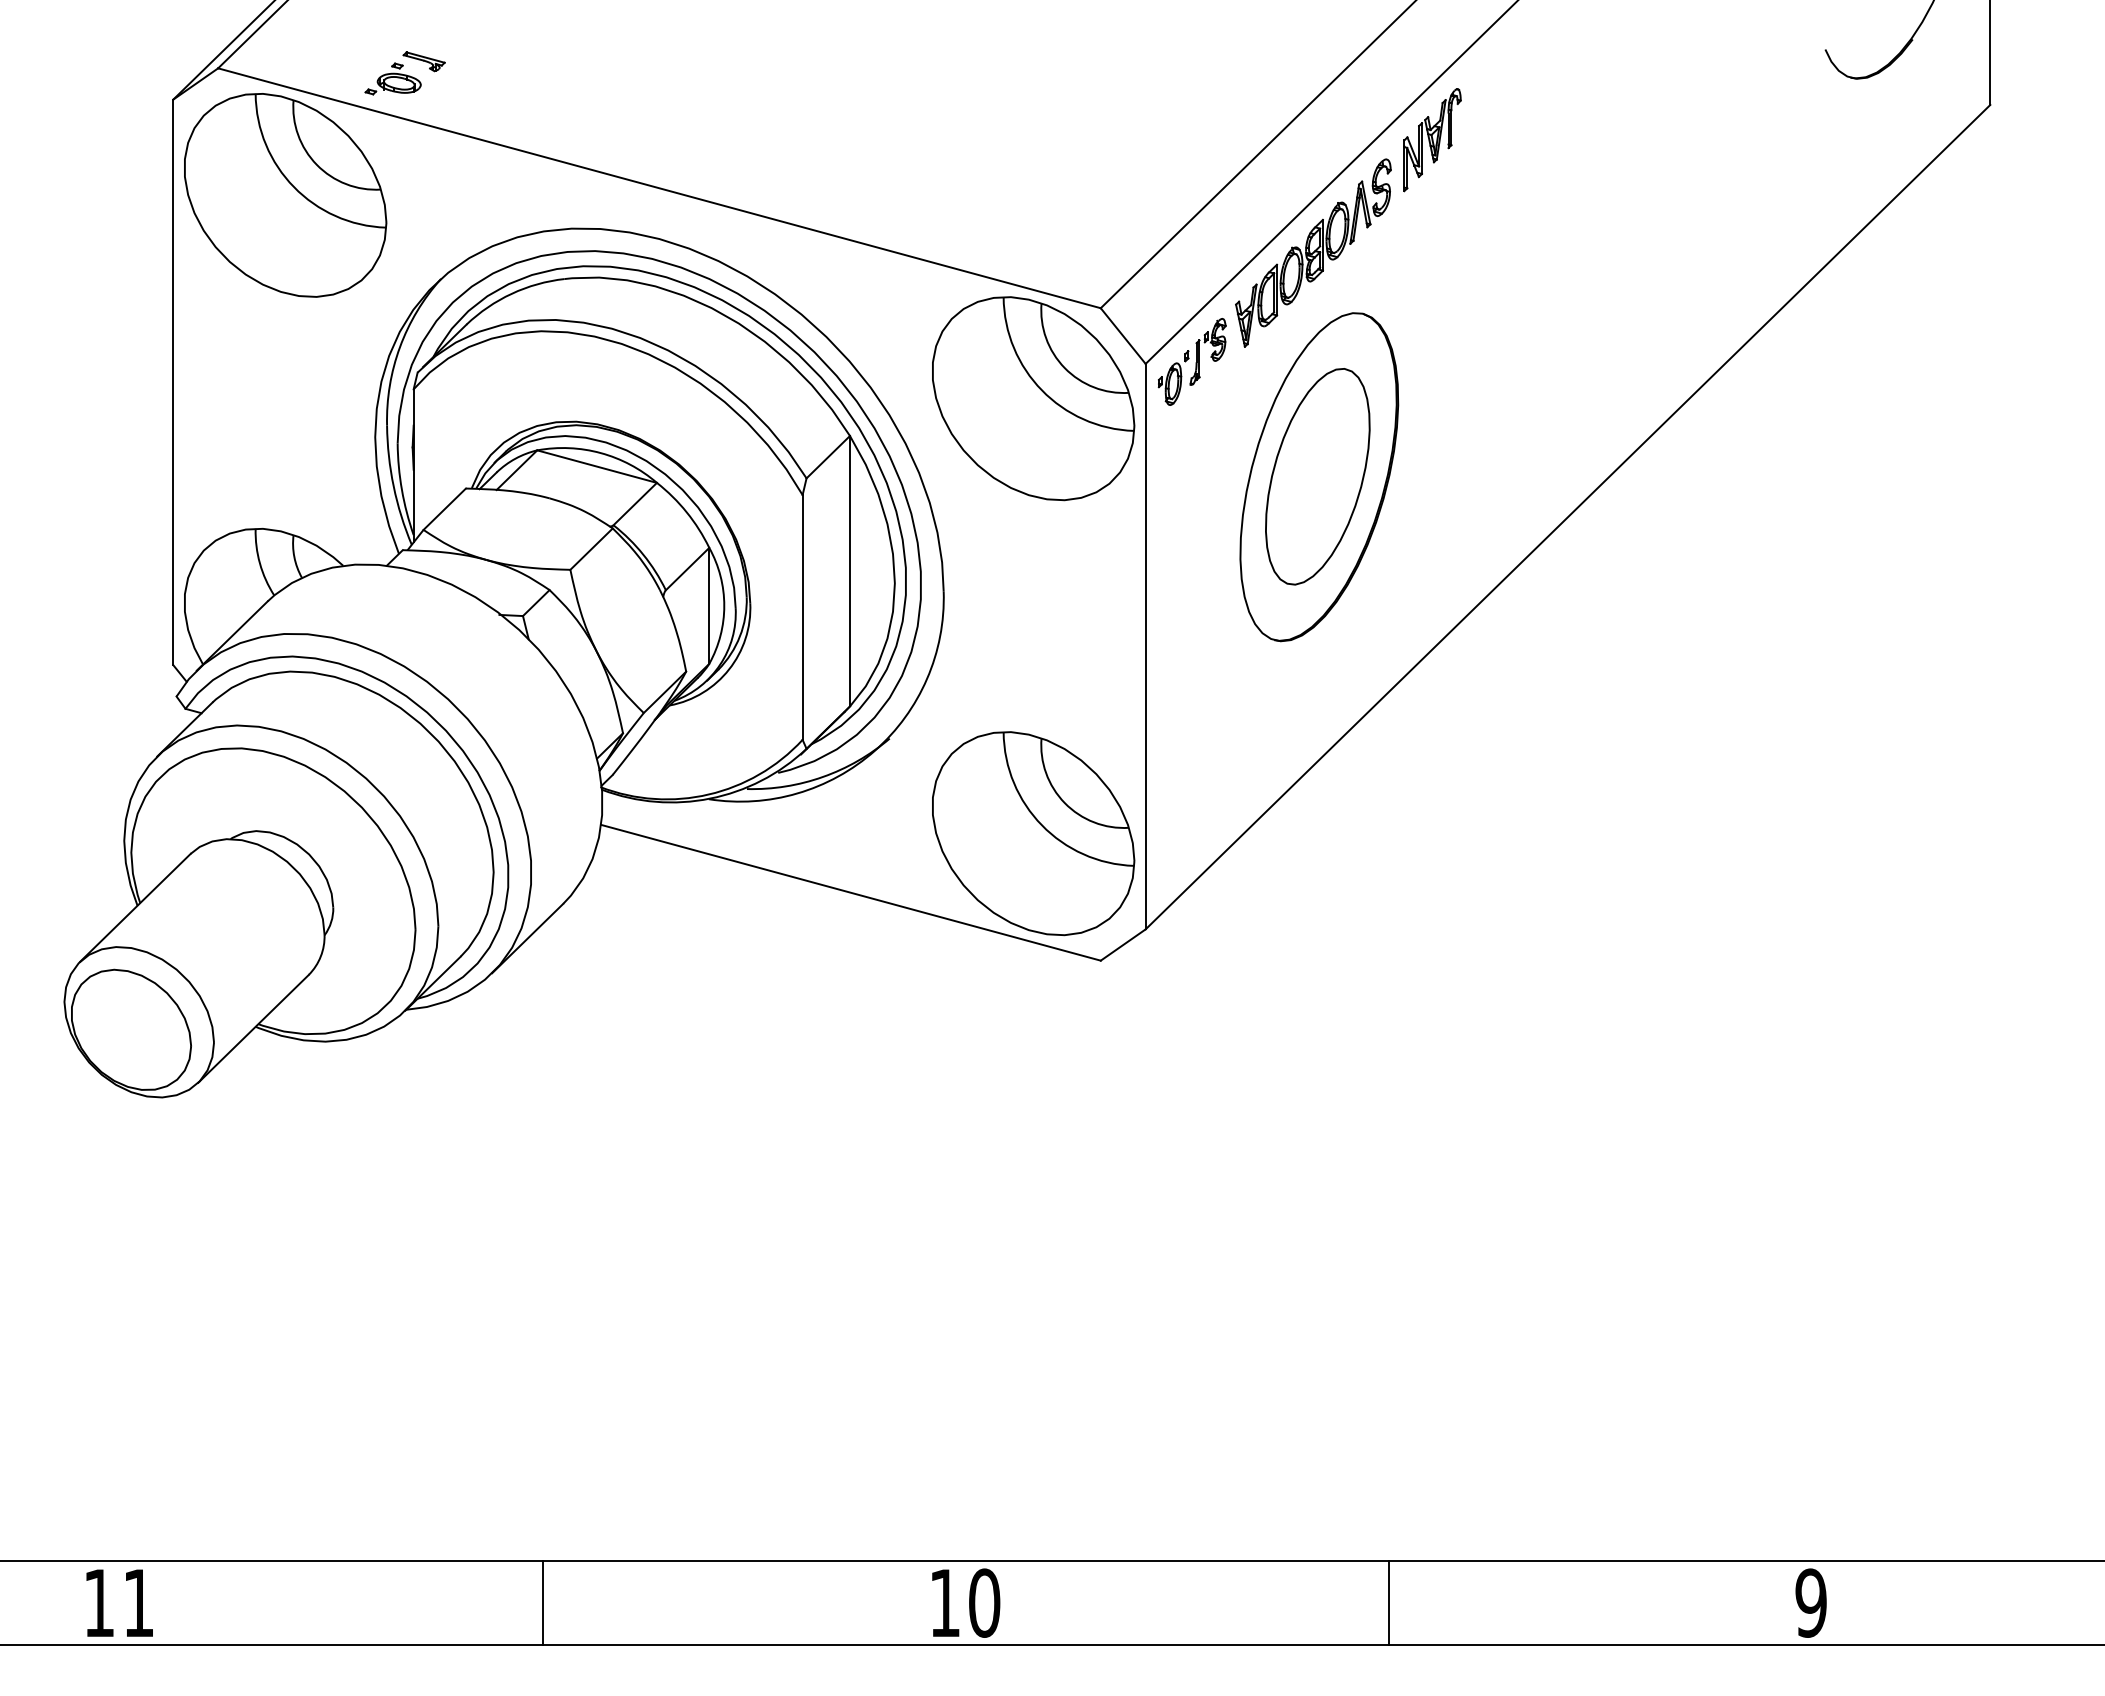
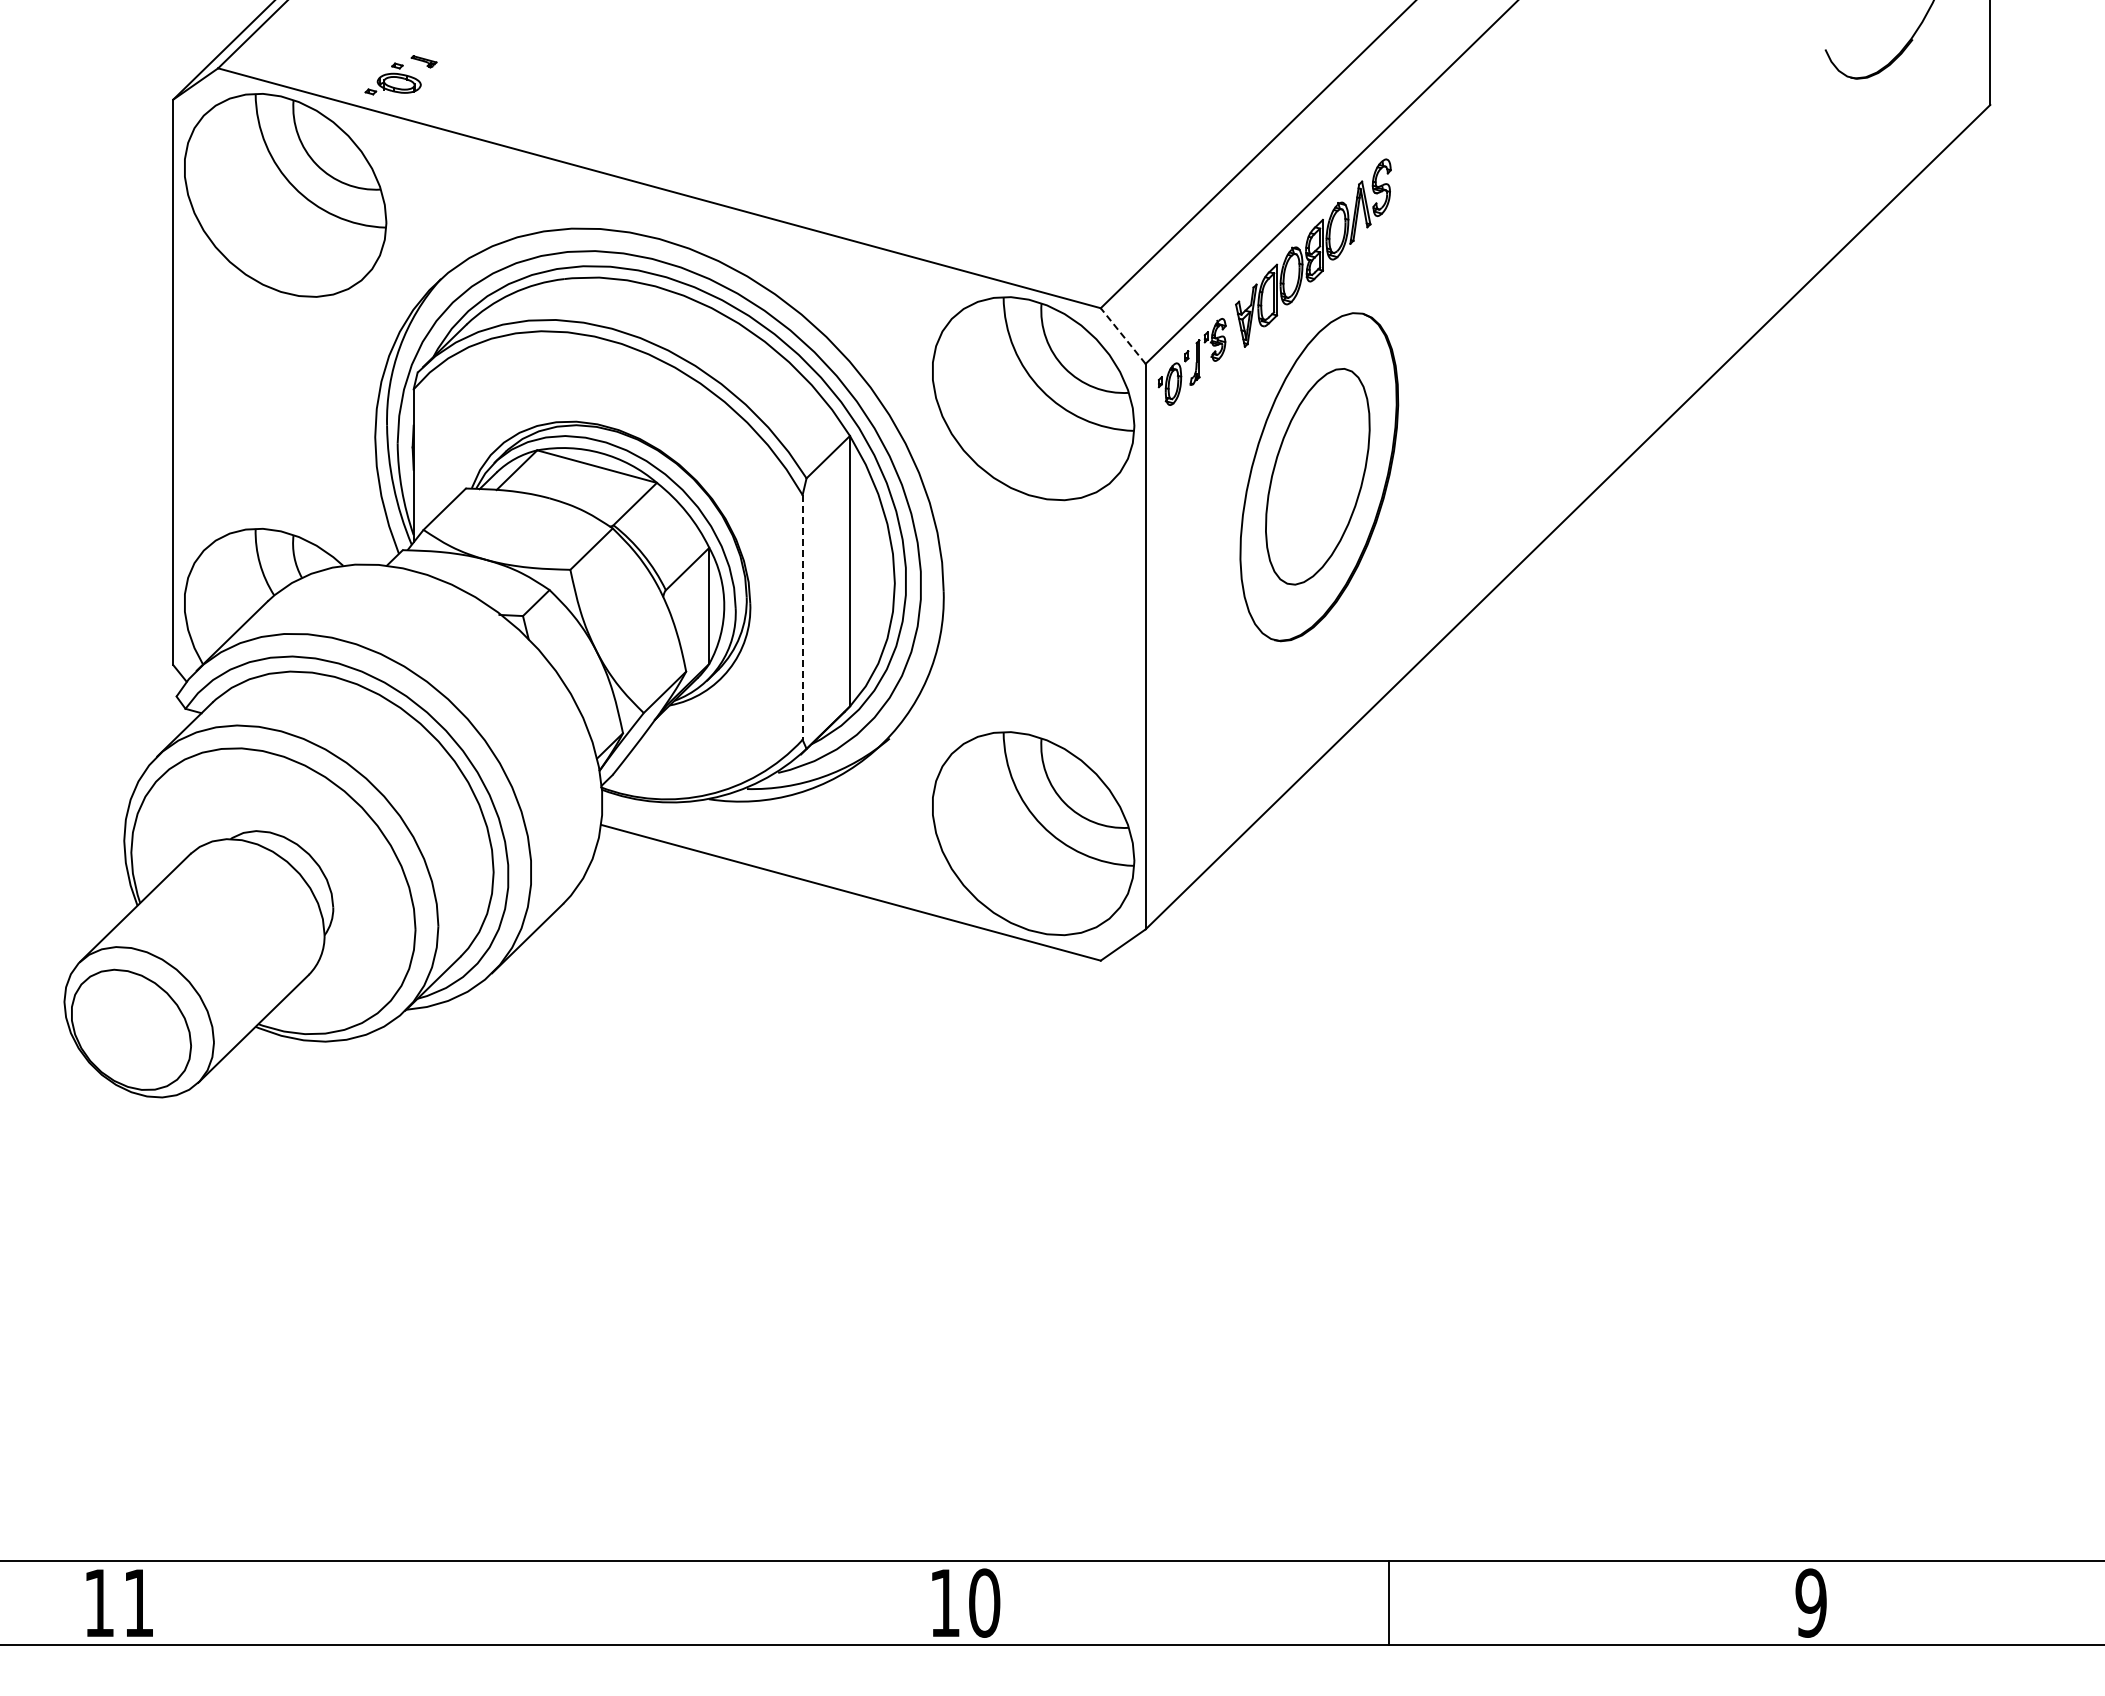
part at (423, 61) size: 44x22 px -> 28x14 px
part at (1432, 140): present -> none
line at (1123, 336): solid -> dashed
line at (802, 617): solid -> dashed
line at (543, 1602): present -> none
